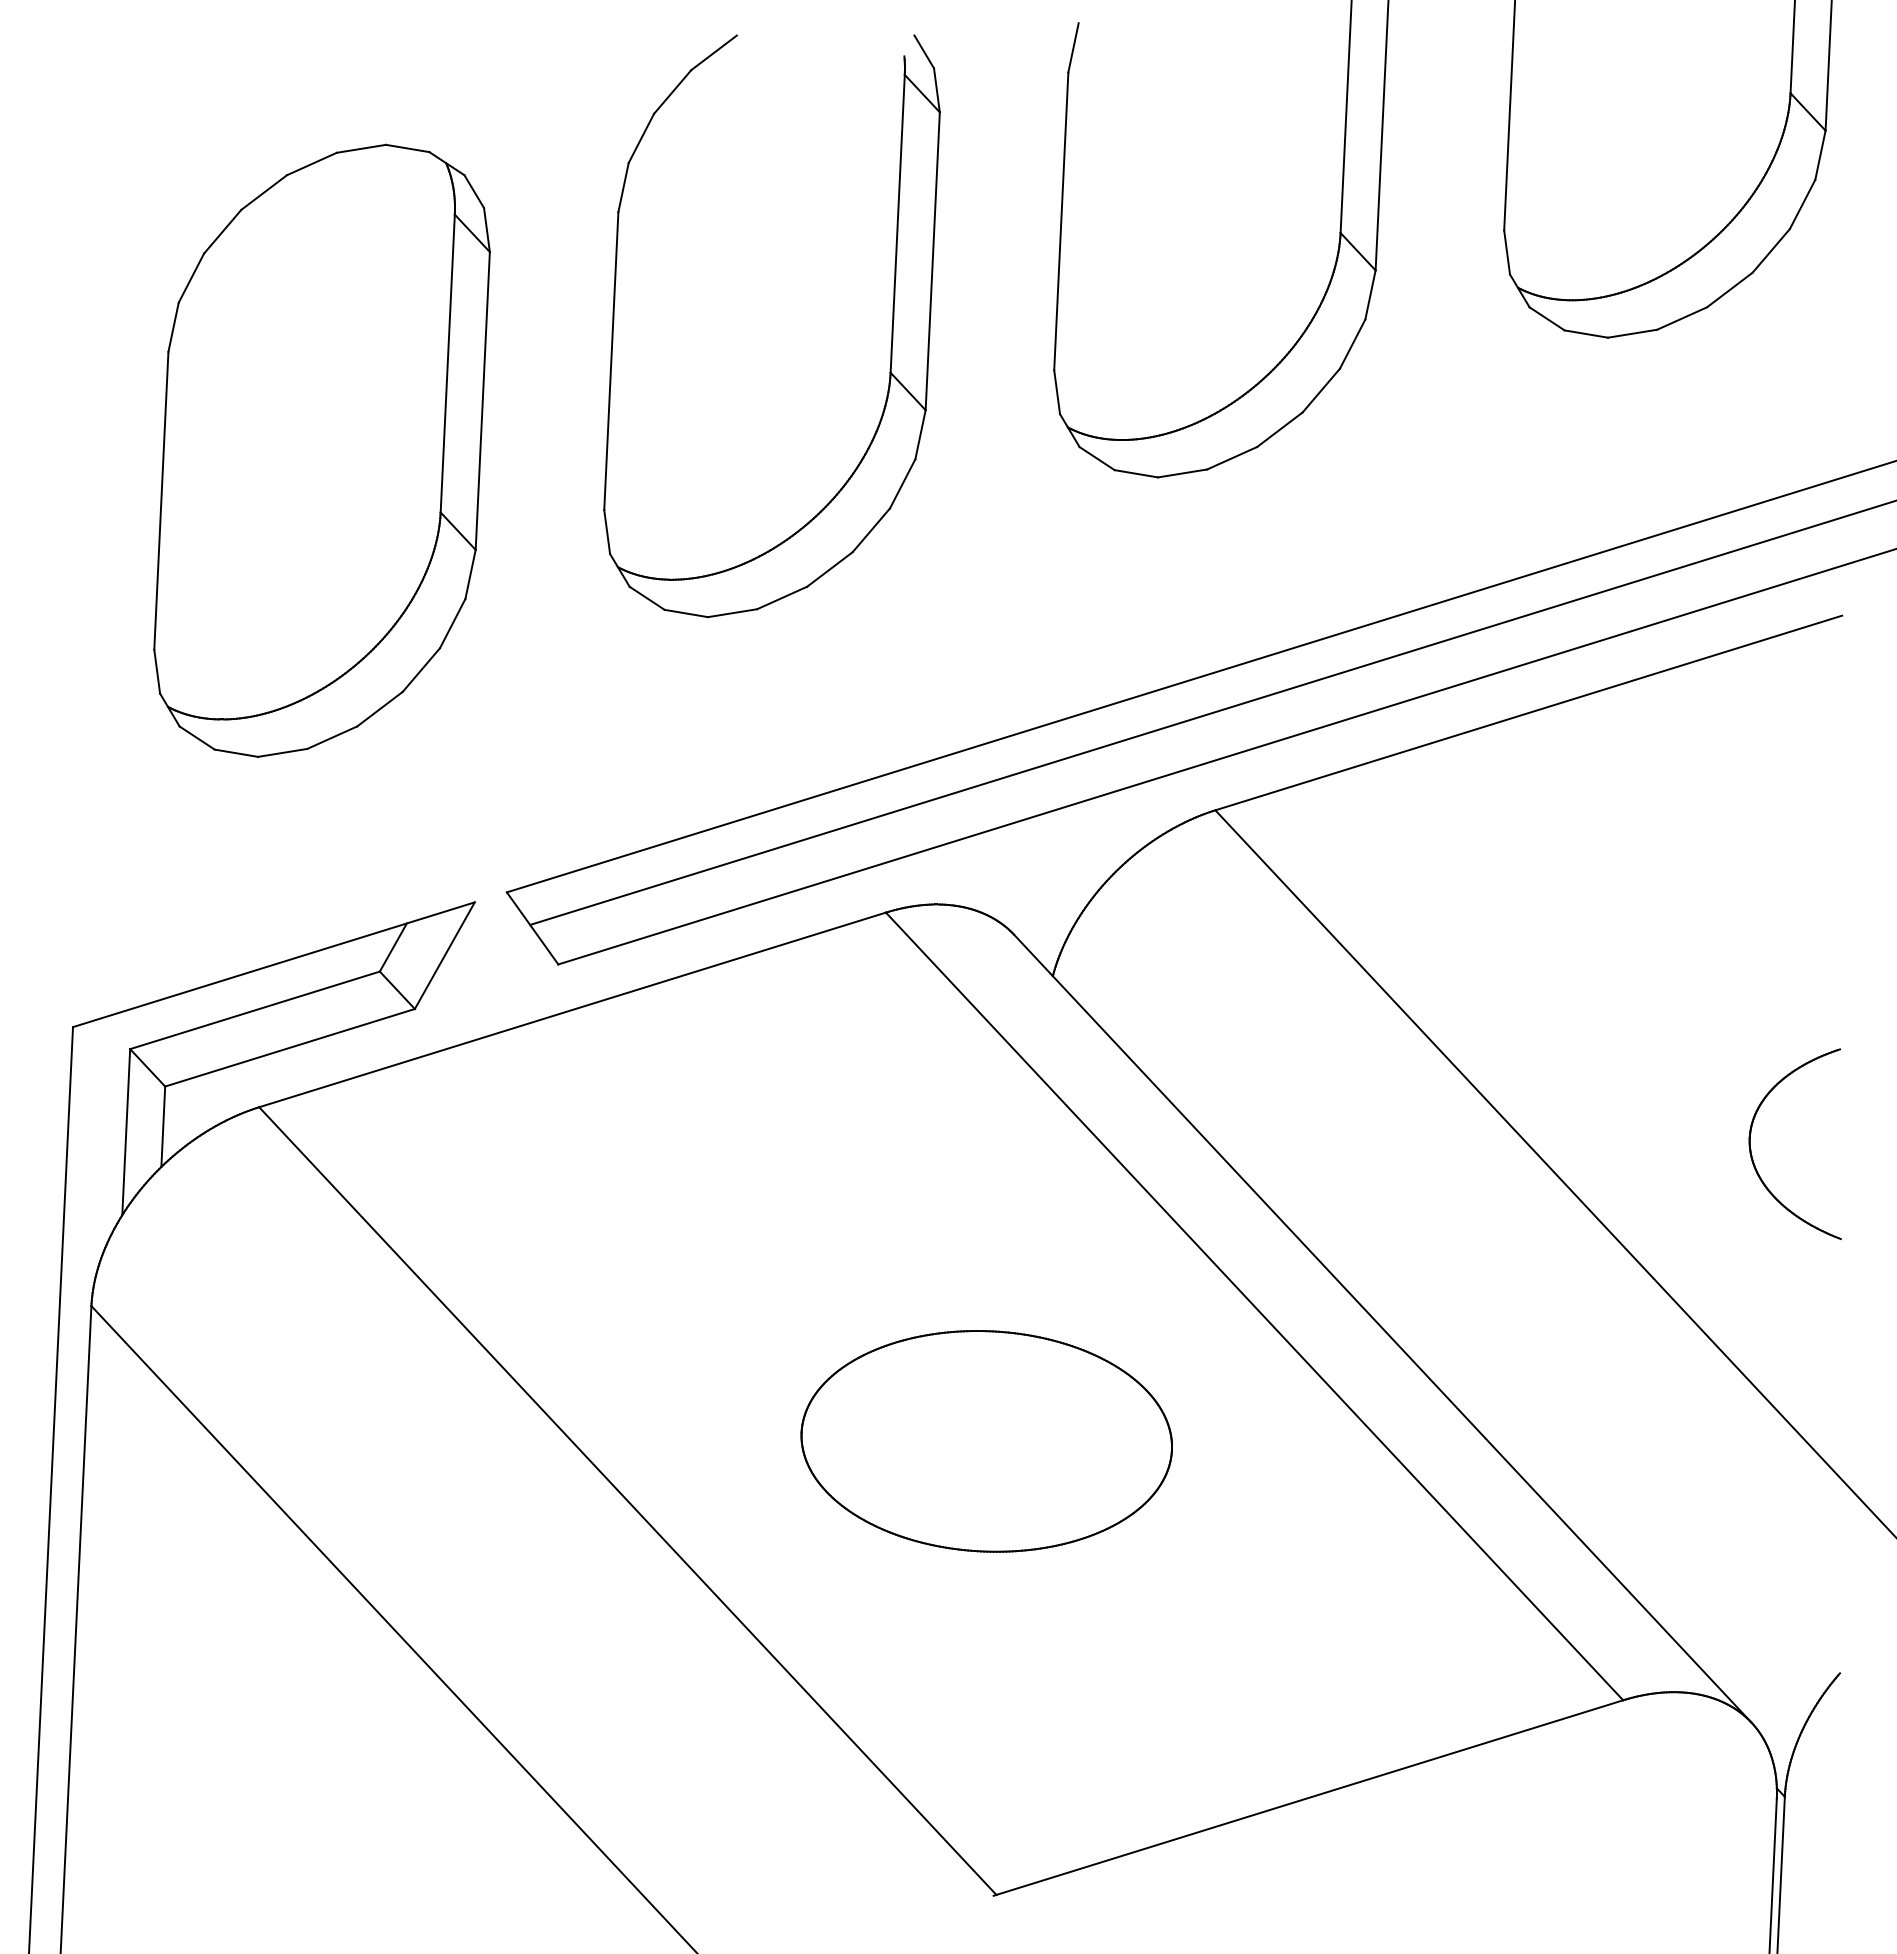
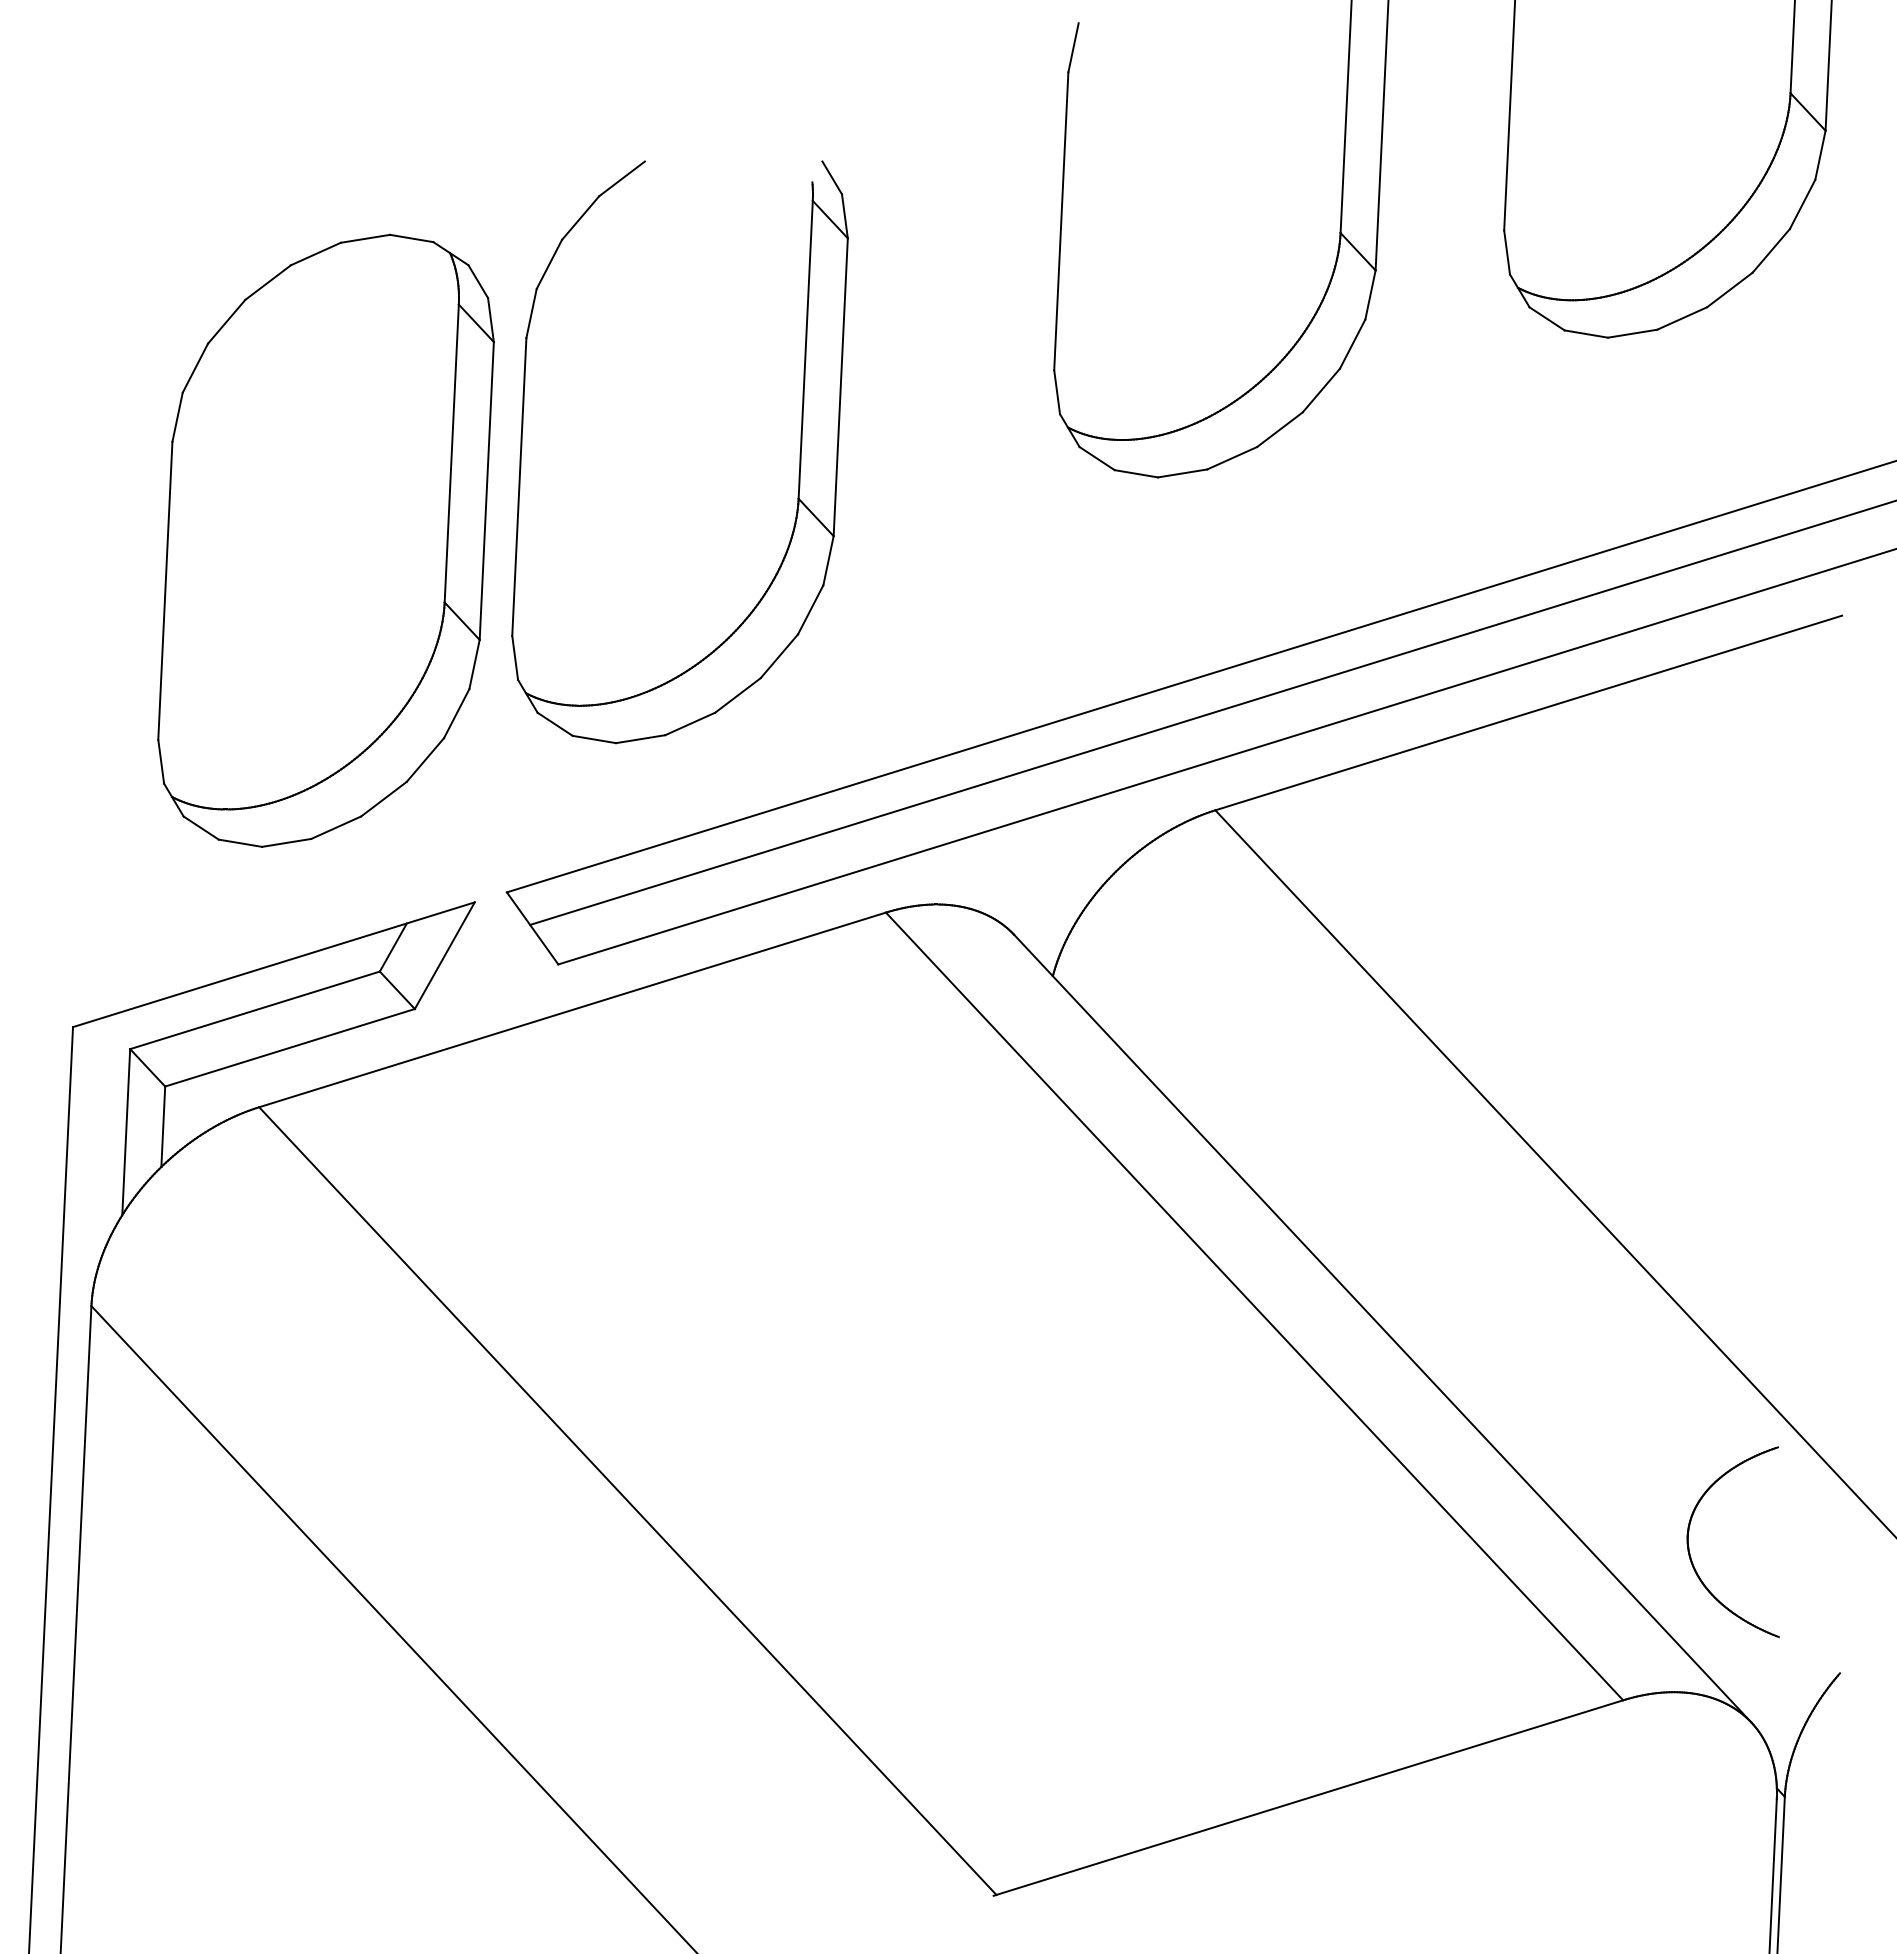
part at (891, 327) position: (891, 327) -> (799, 453)
part at (321, 450) position: (321, 450) -> (325, 540)
part at (1751, 1149) position: (1751, 1149) -> (1689, 1547)
part at (986, 1441): present -> none
